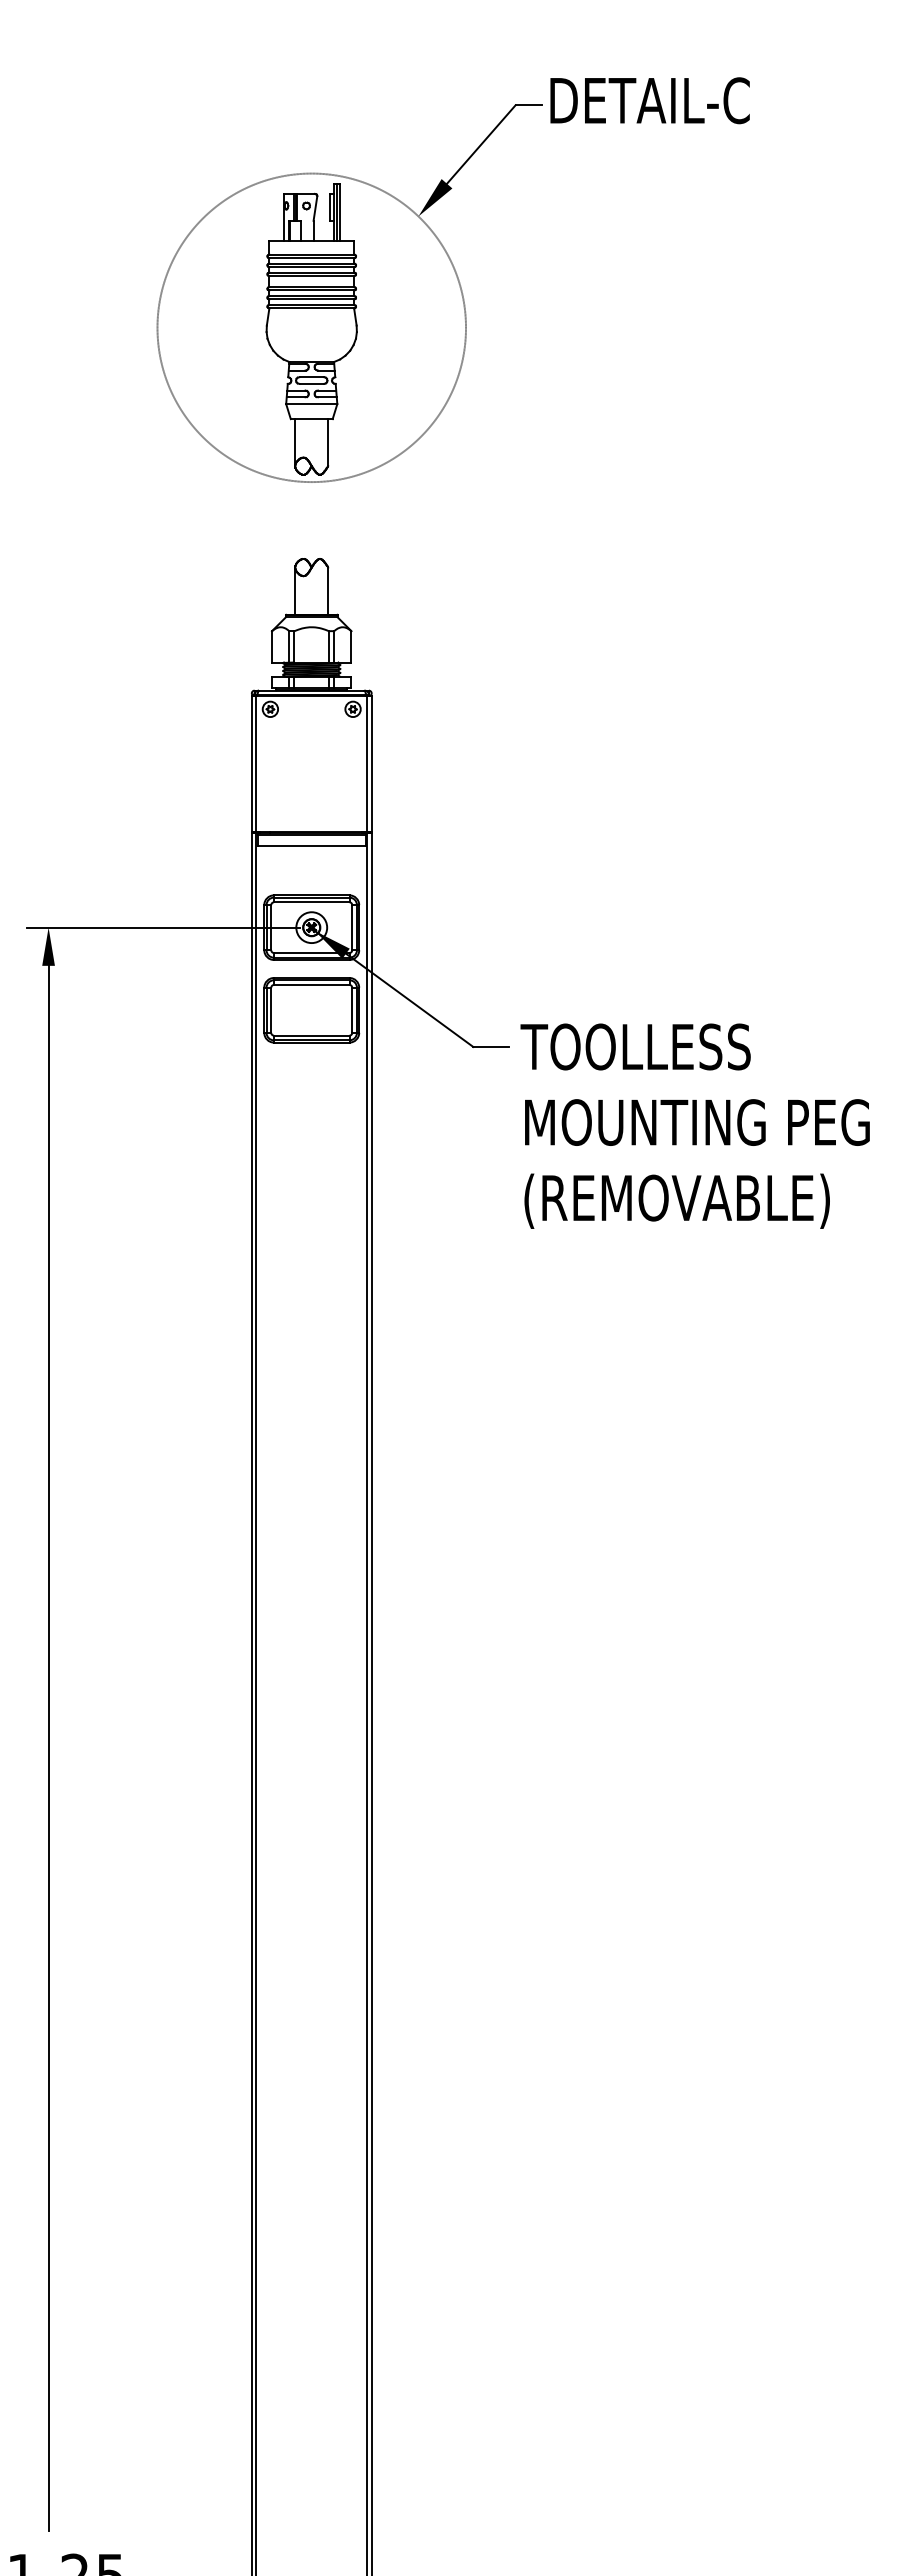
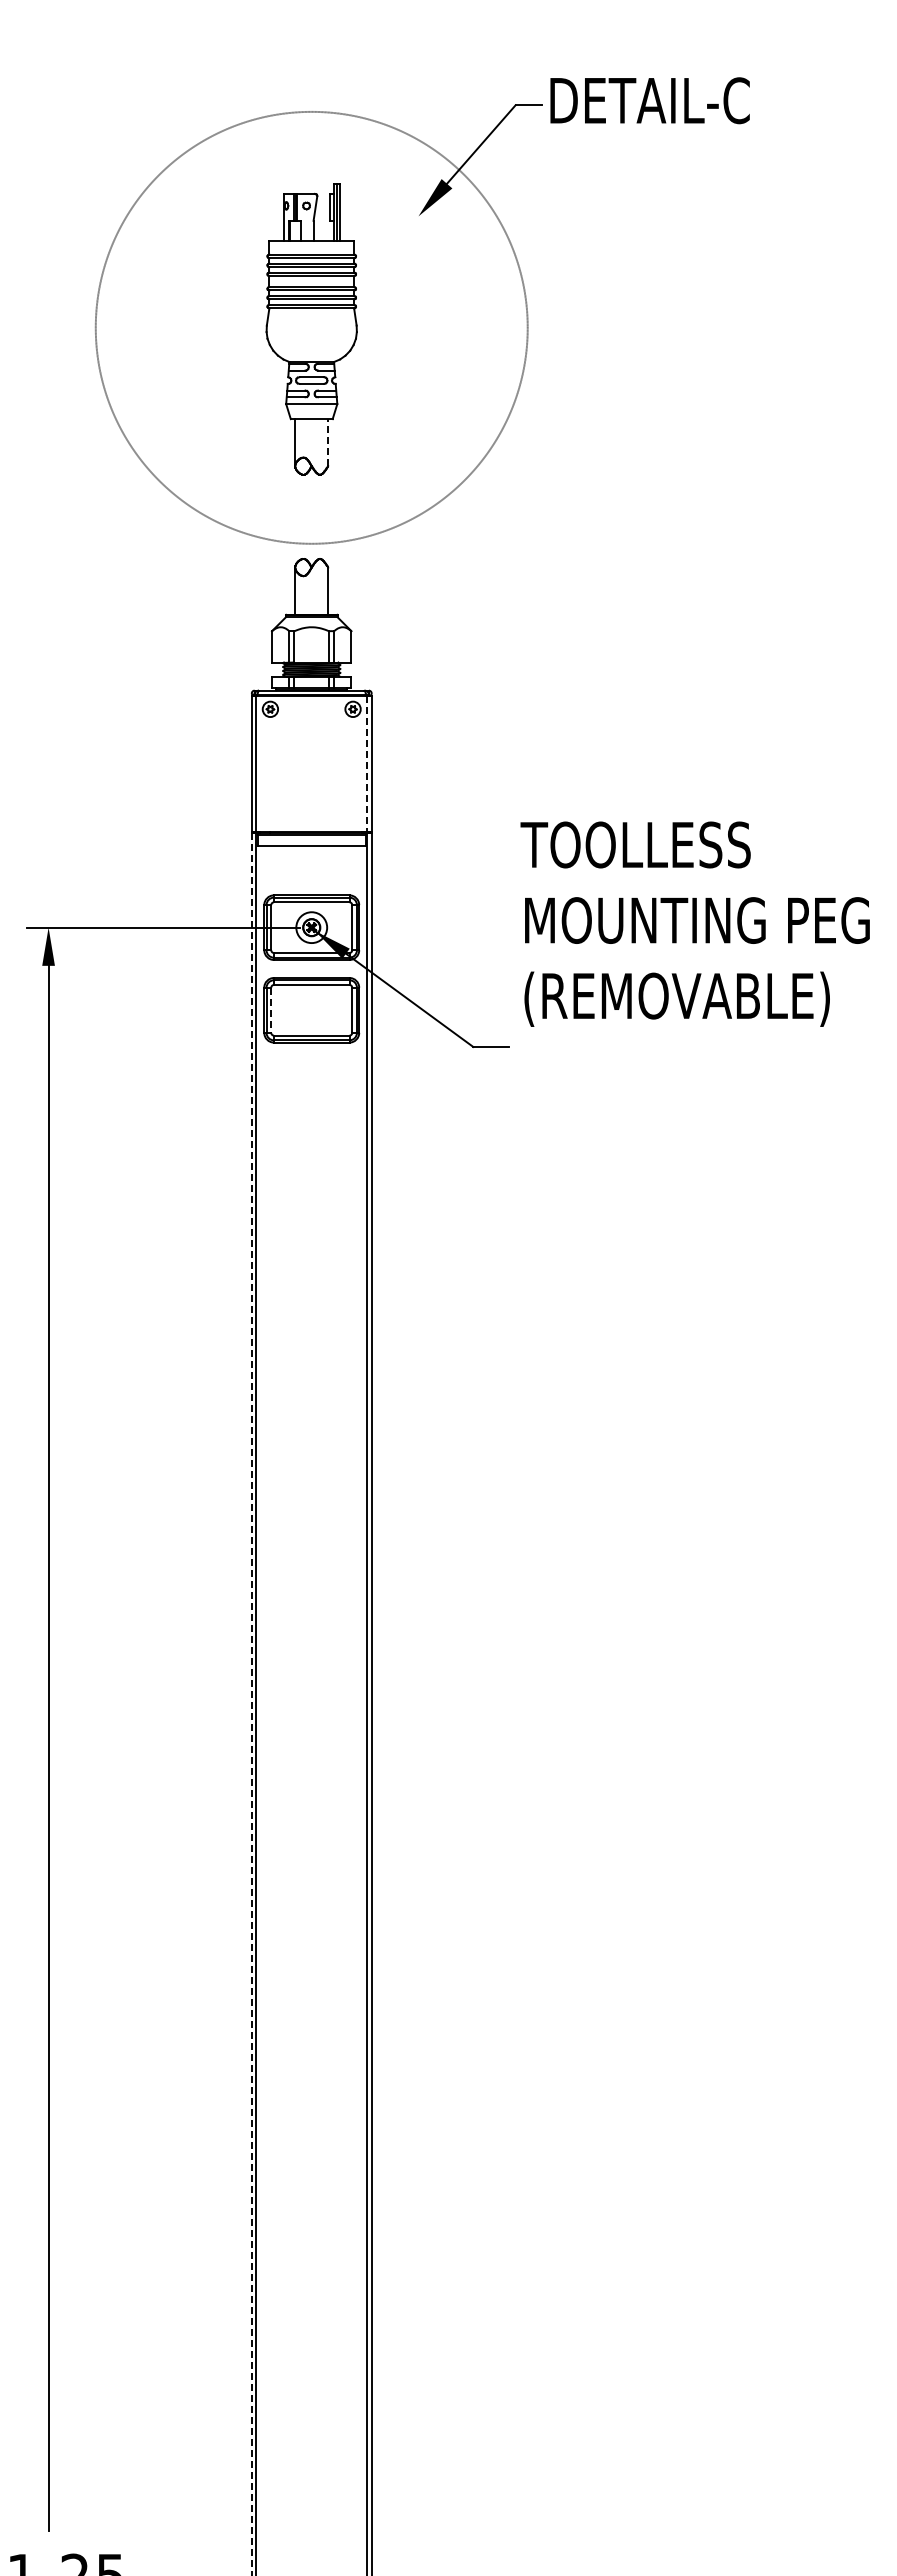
circle at (311, 327) diameter: 309 px -> 432 px
line at (328, 442): solid -> dashed
line at (367, 764): solid -> dashed
line at (271, 1010): solid -> dashed
text at (694, 1125) position: (694, 1125) -> (694, 923)
line at (251, 1704): solid -> dashed
